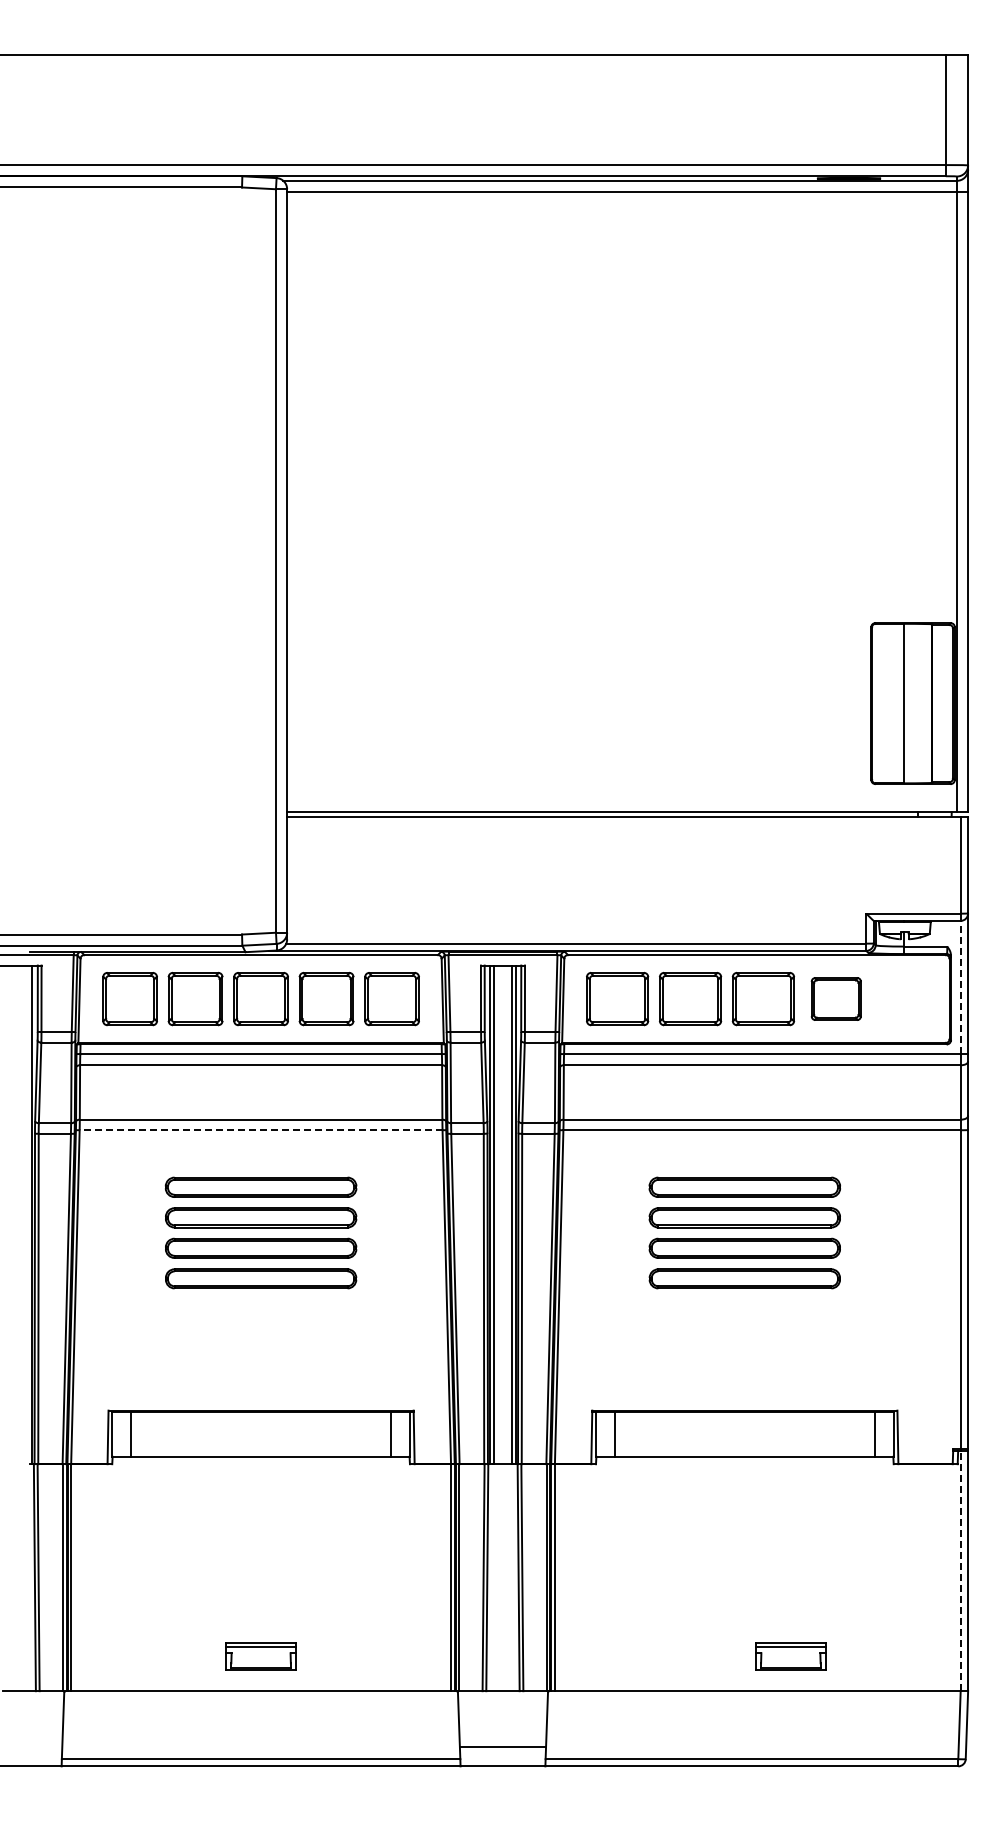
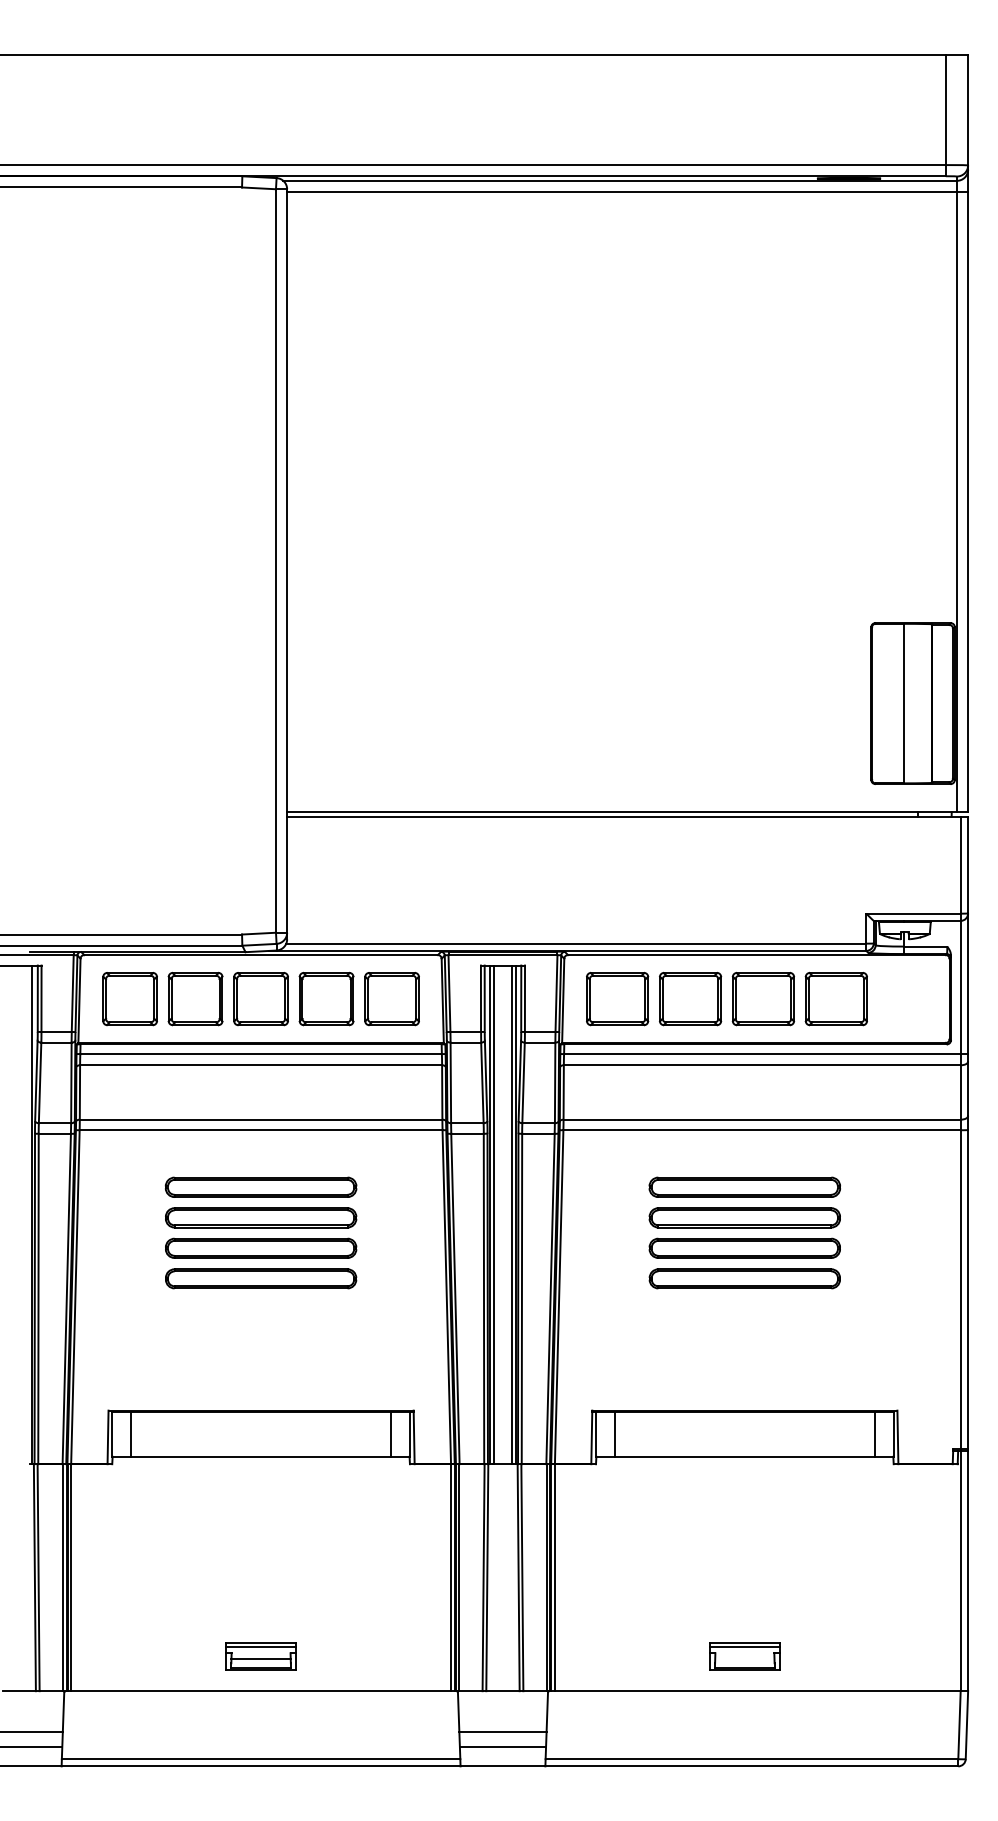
line at (960, 987): dashed -> solid
part at (835, 998) size: 52x44 px -> 64x56 px
line at (260, 1130): dashed -> solid
line at (960, 1570): dashed -> solid
part at (790, 1656) position: (790, 1656) -> (744, 1656)
line at (260, 1659): none -> present
line at (32, 1732): none -> present
line at (502, 1732): none -> present
line at (32, 1747): none -> present
